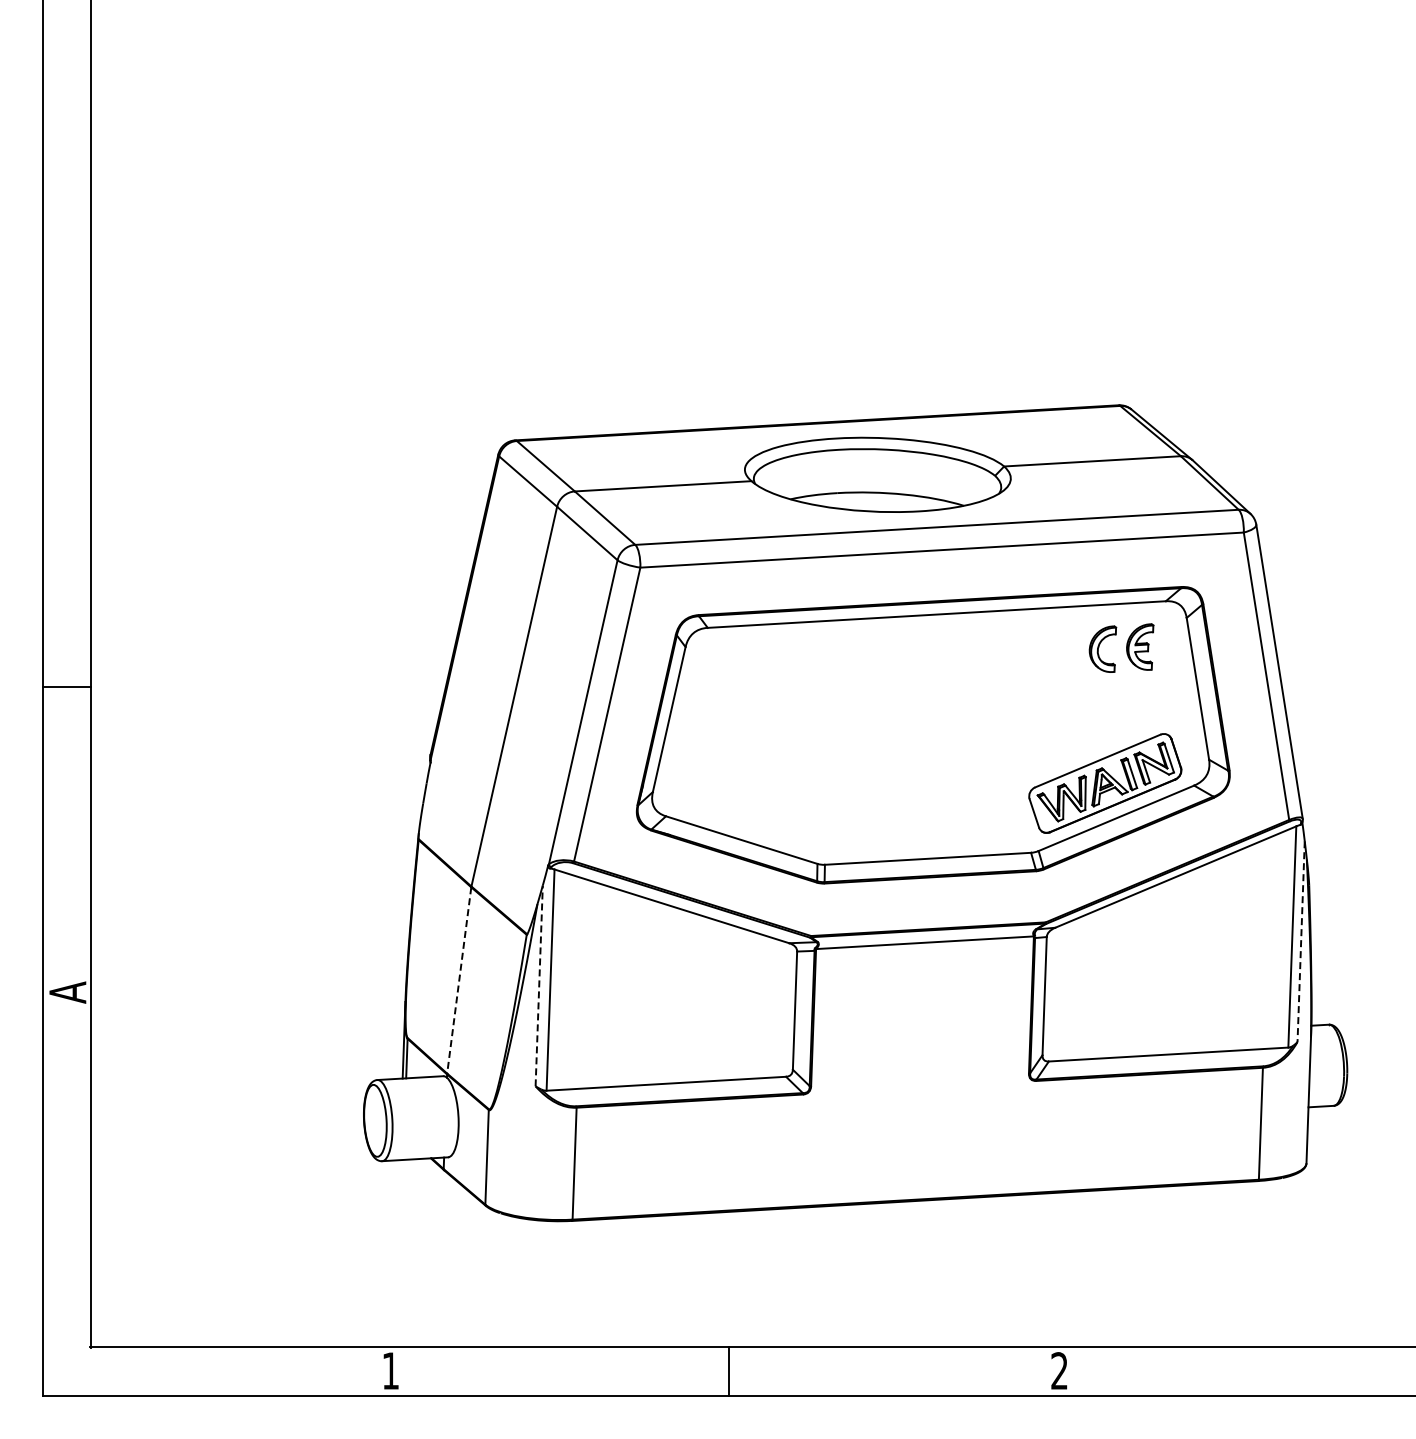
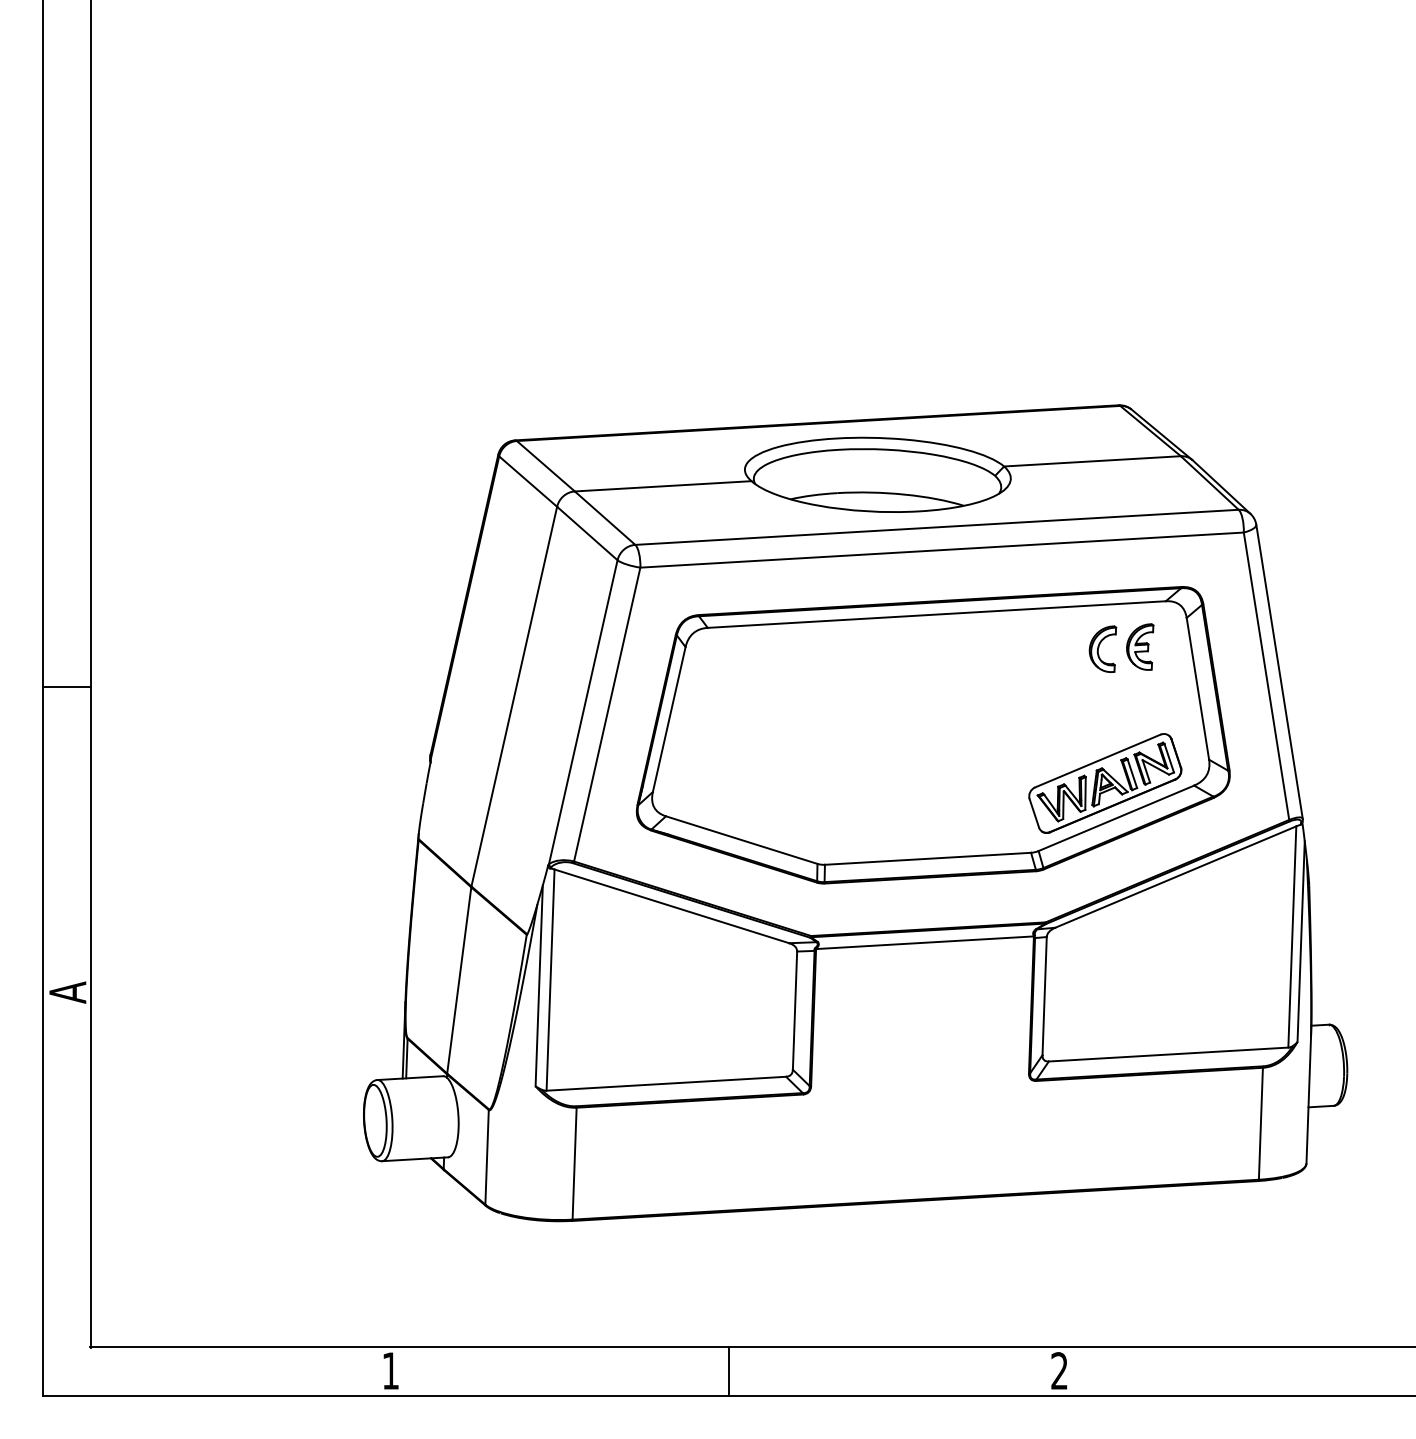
line at (1301, 942): dashed -> solid
line at (459, 980): dashed -> solid
line at (539, 985): dashed -> solid
